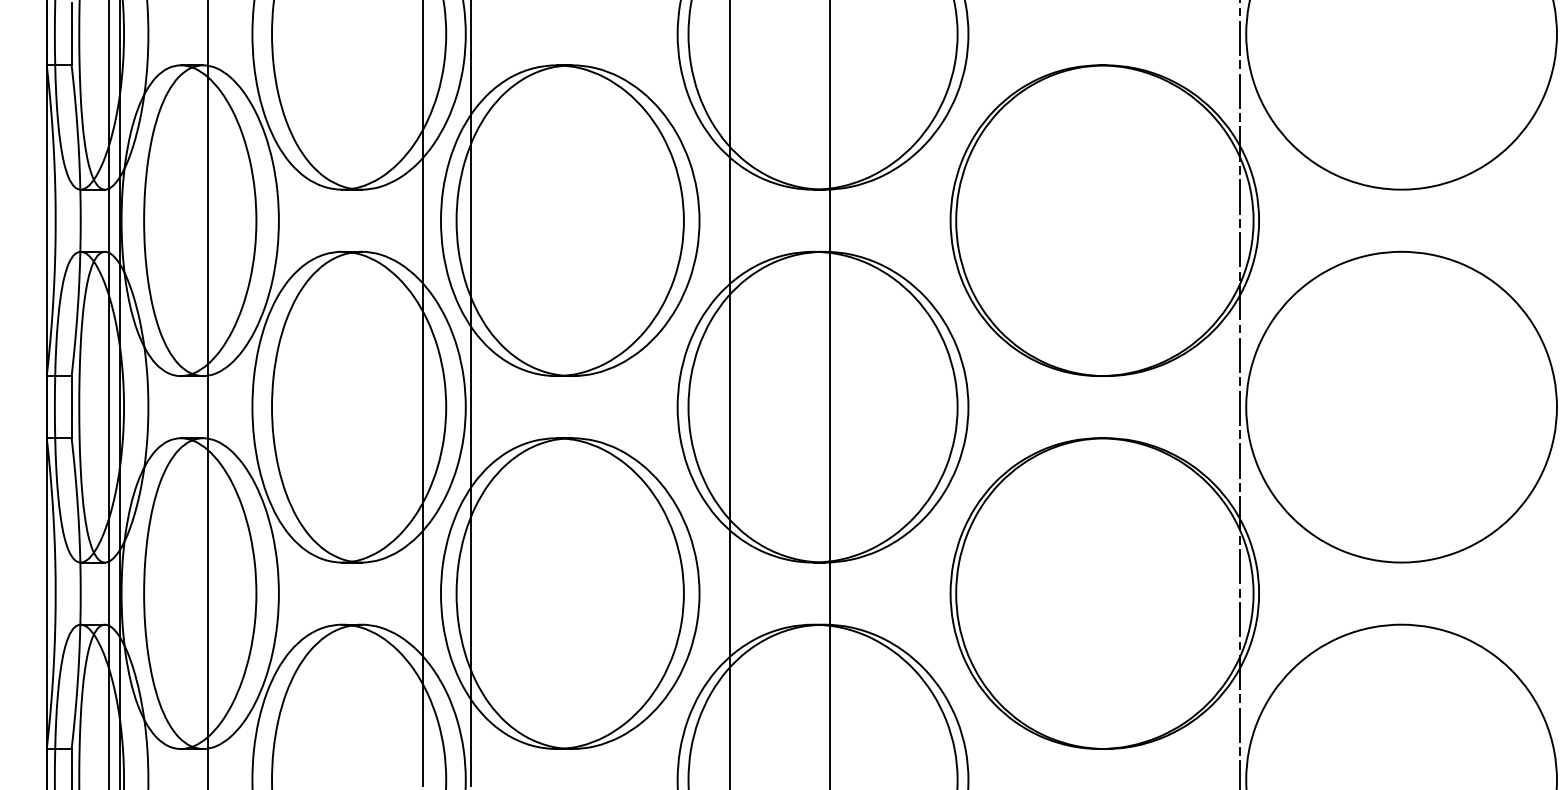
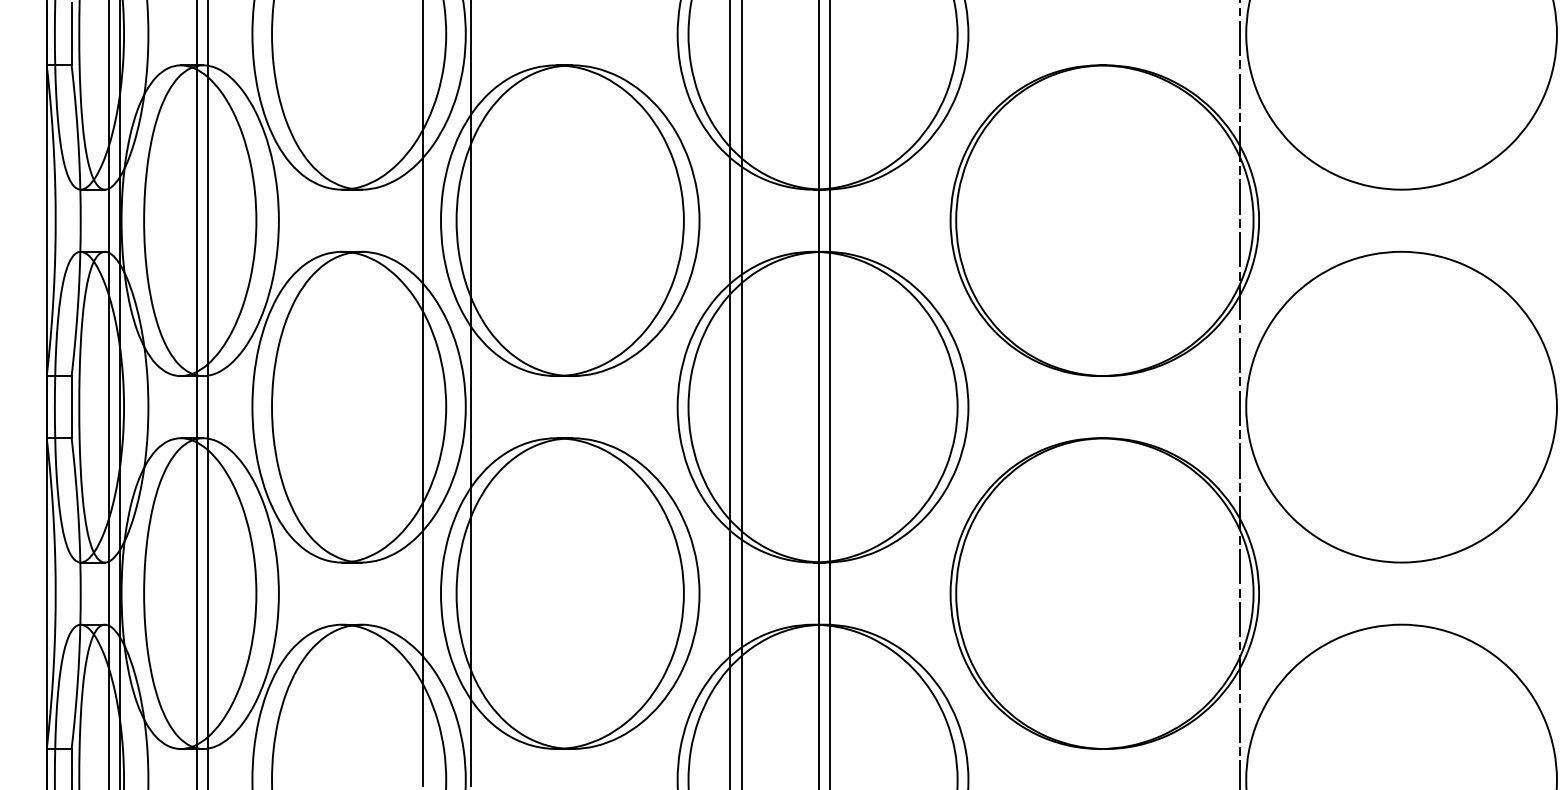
line at (197, 394): none -> present
line at (741, 394): none -> present
line at (818, 394): none -> present
